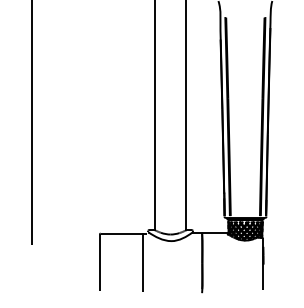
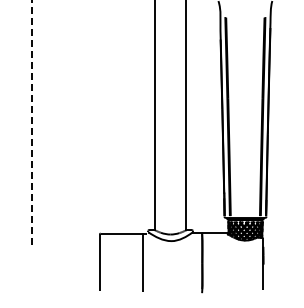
line at (31, 122): solid -> dashed
